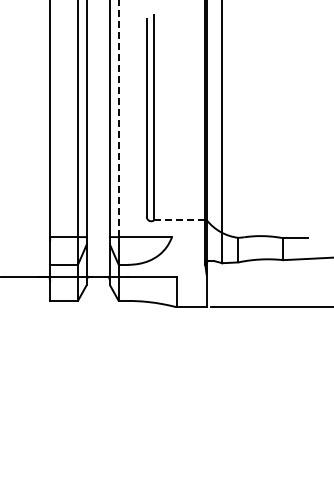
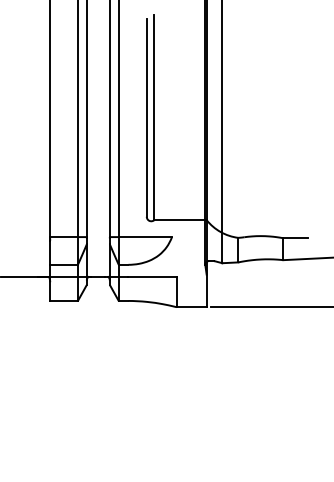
line at (118, 118): dashed -> solid
line at (181, 220): dashed -> solid
